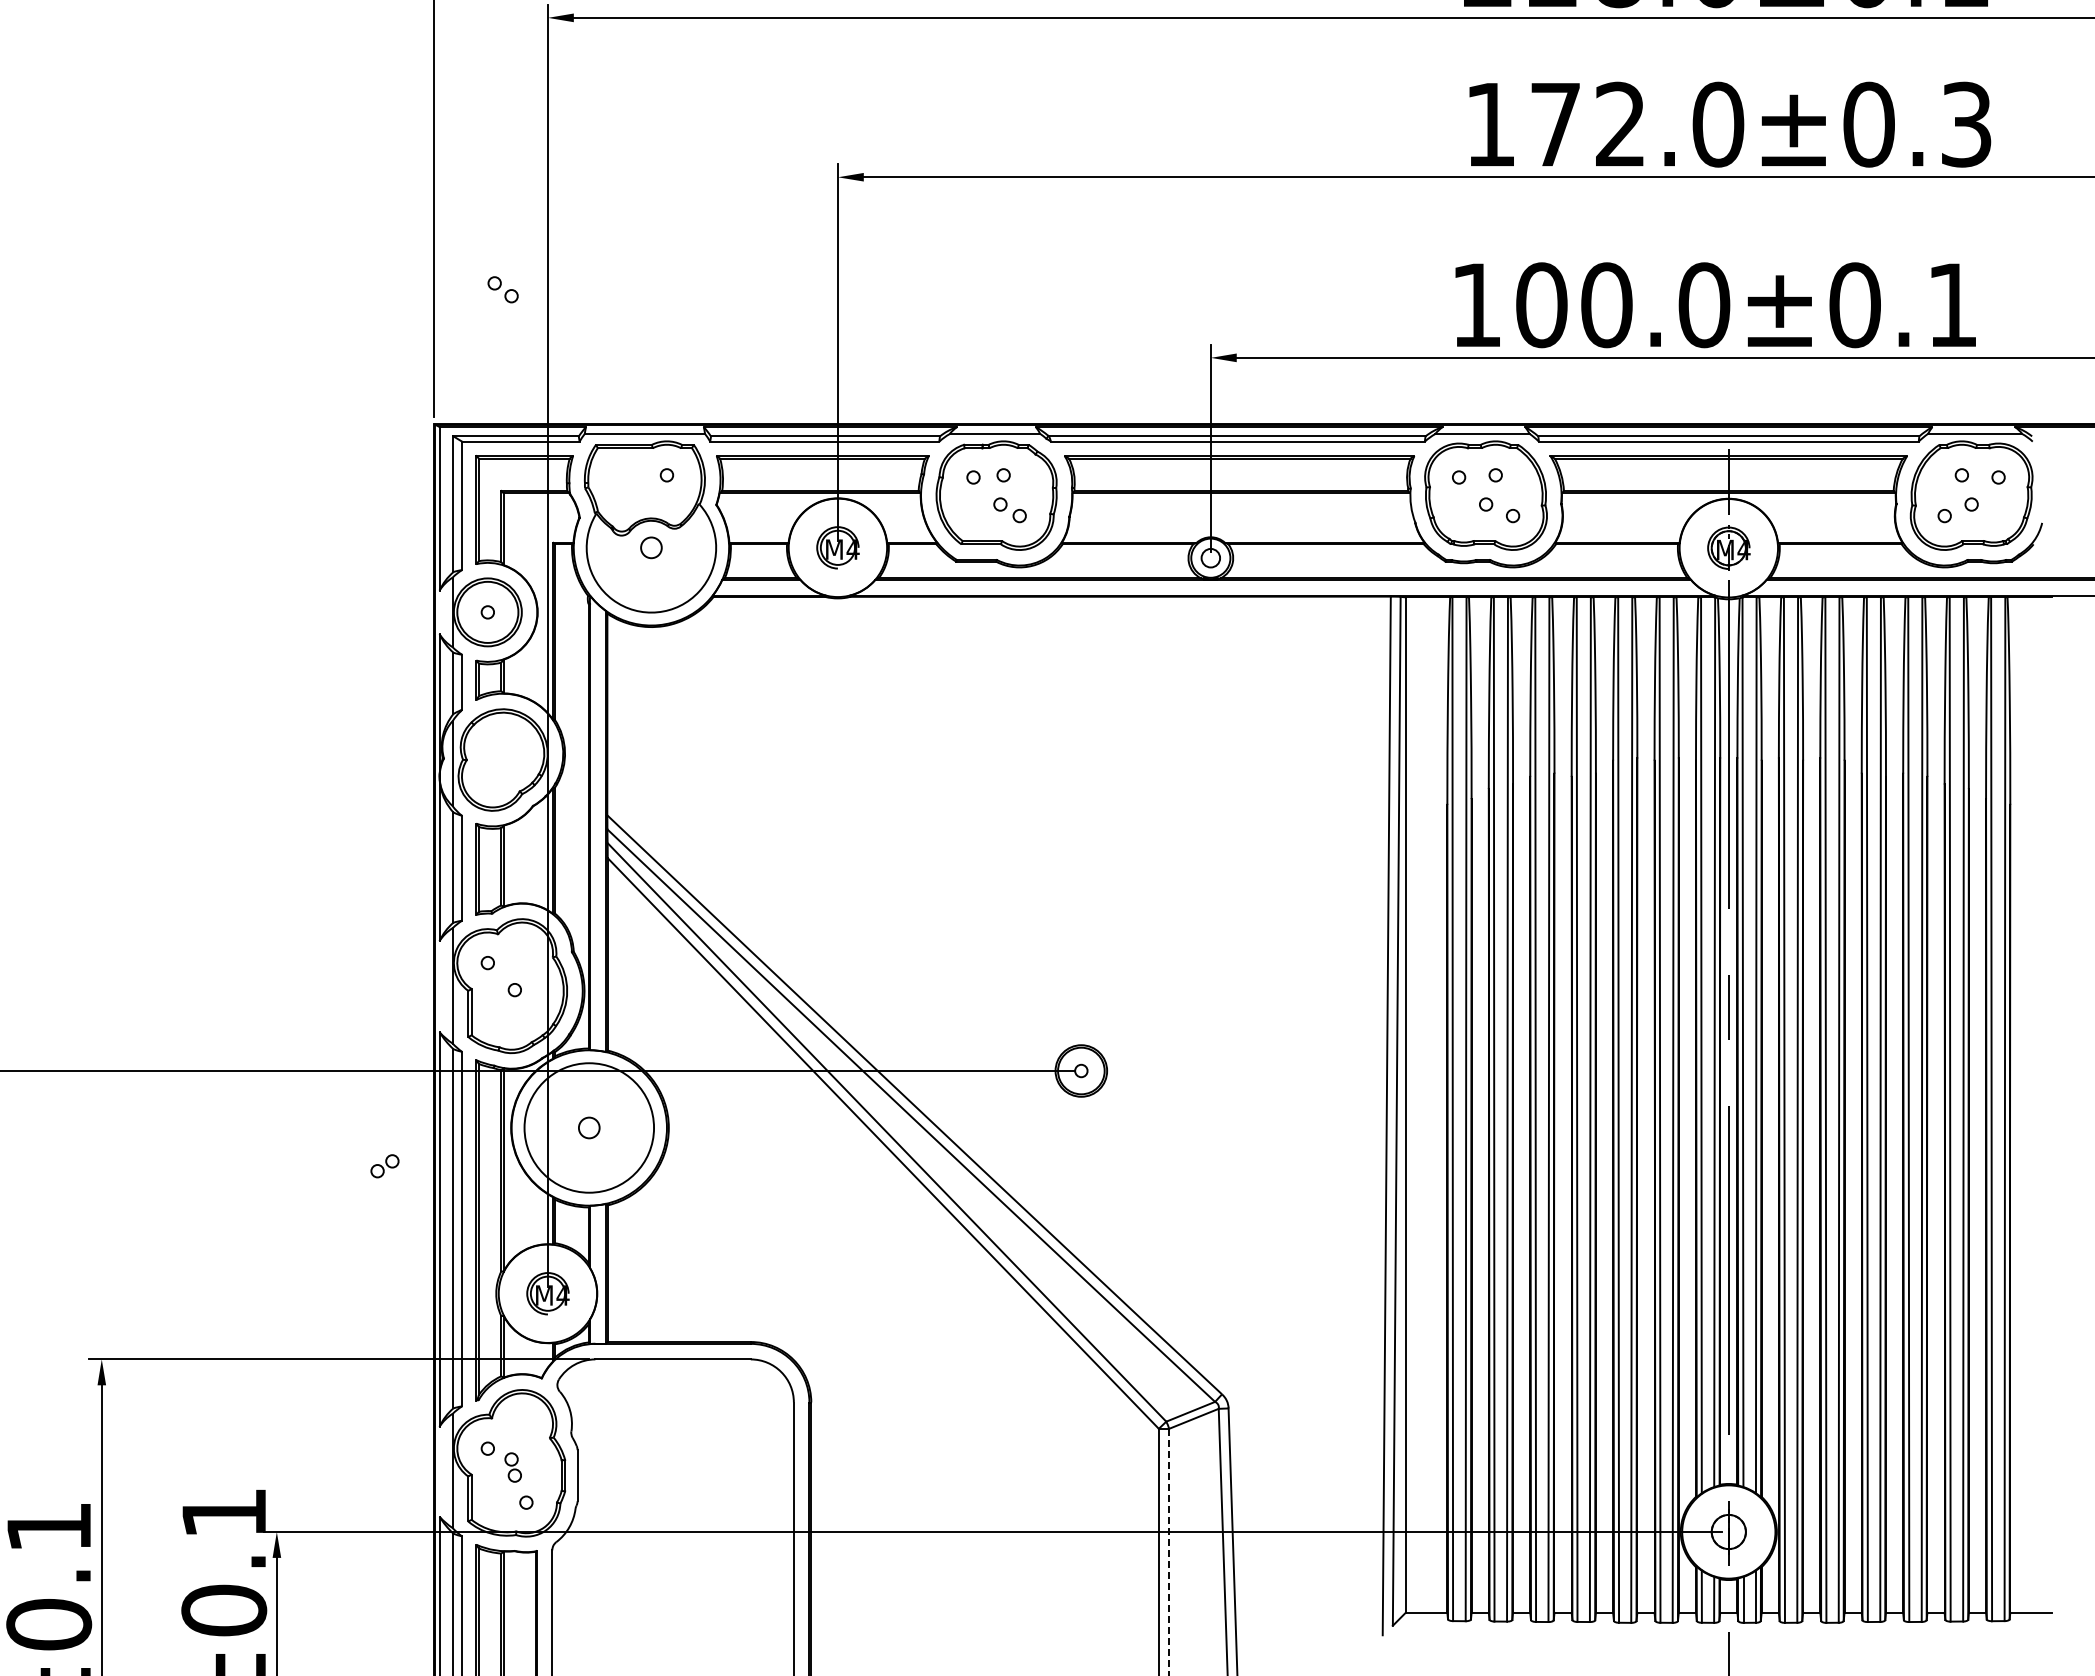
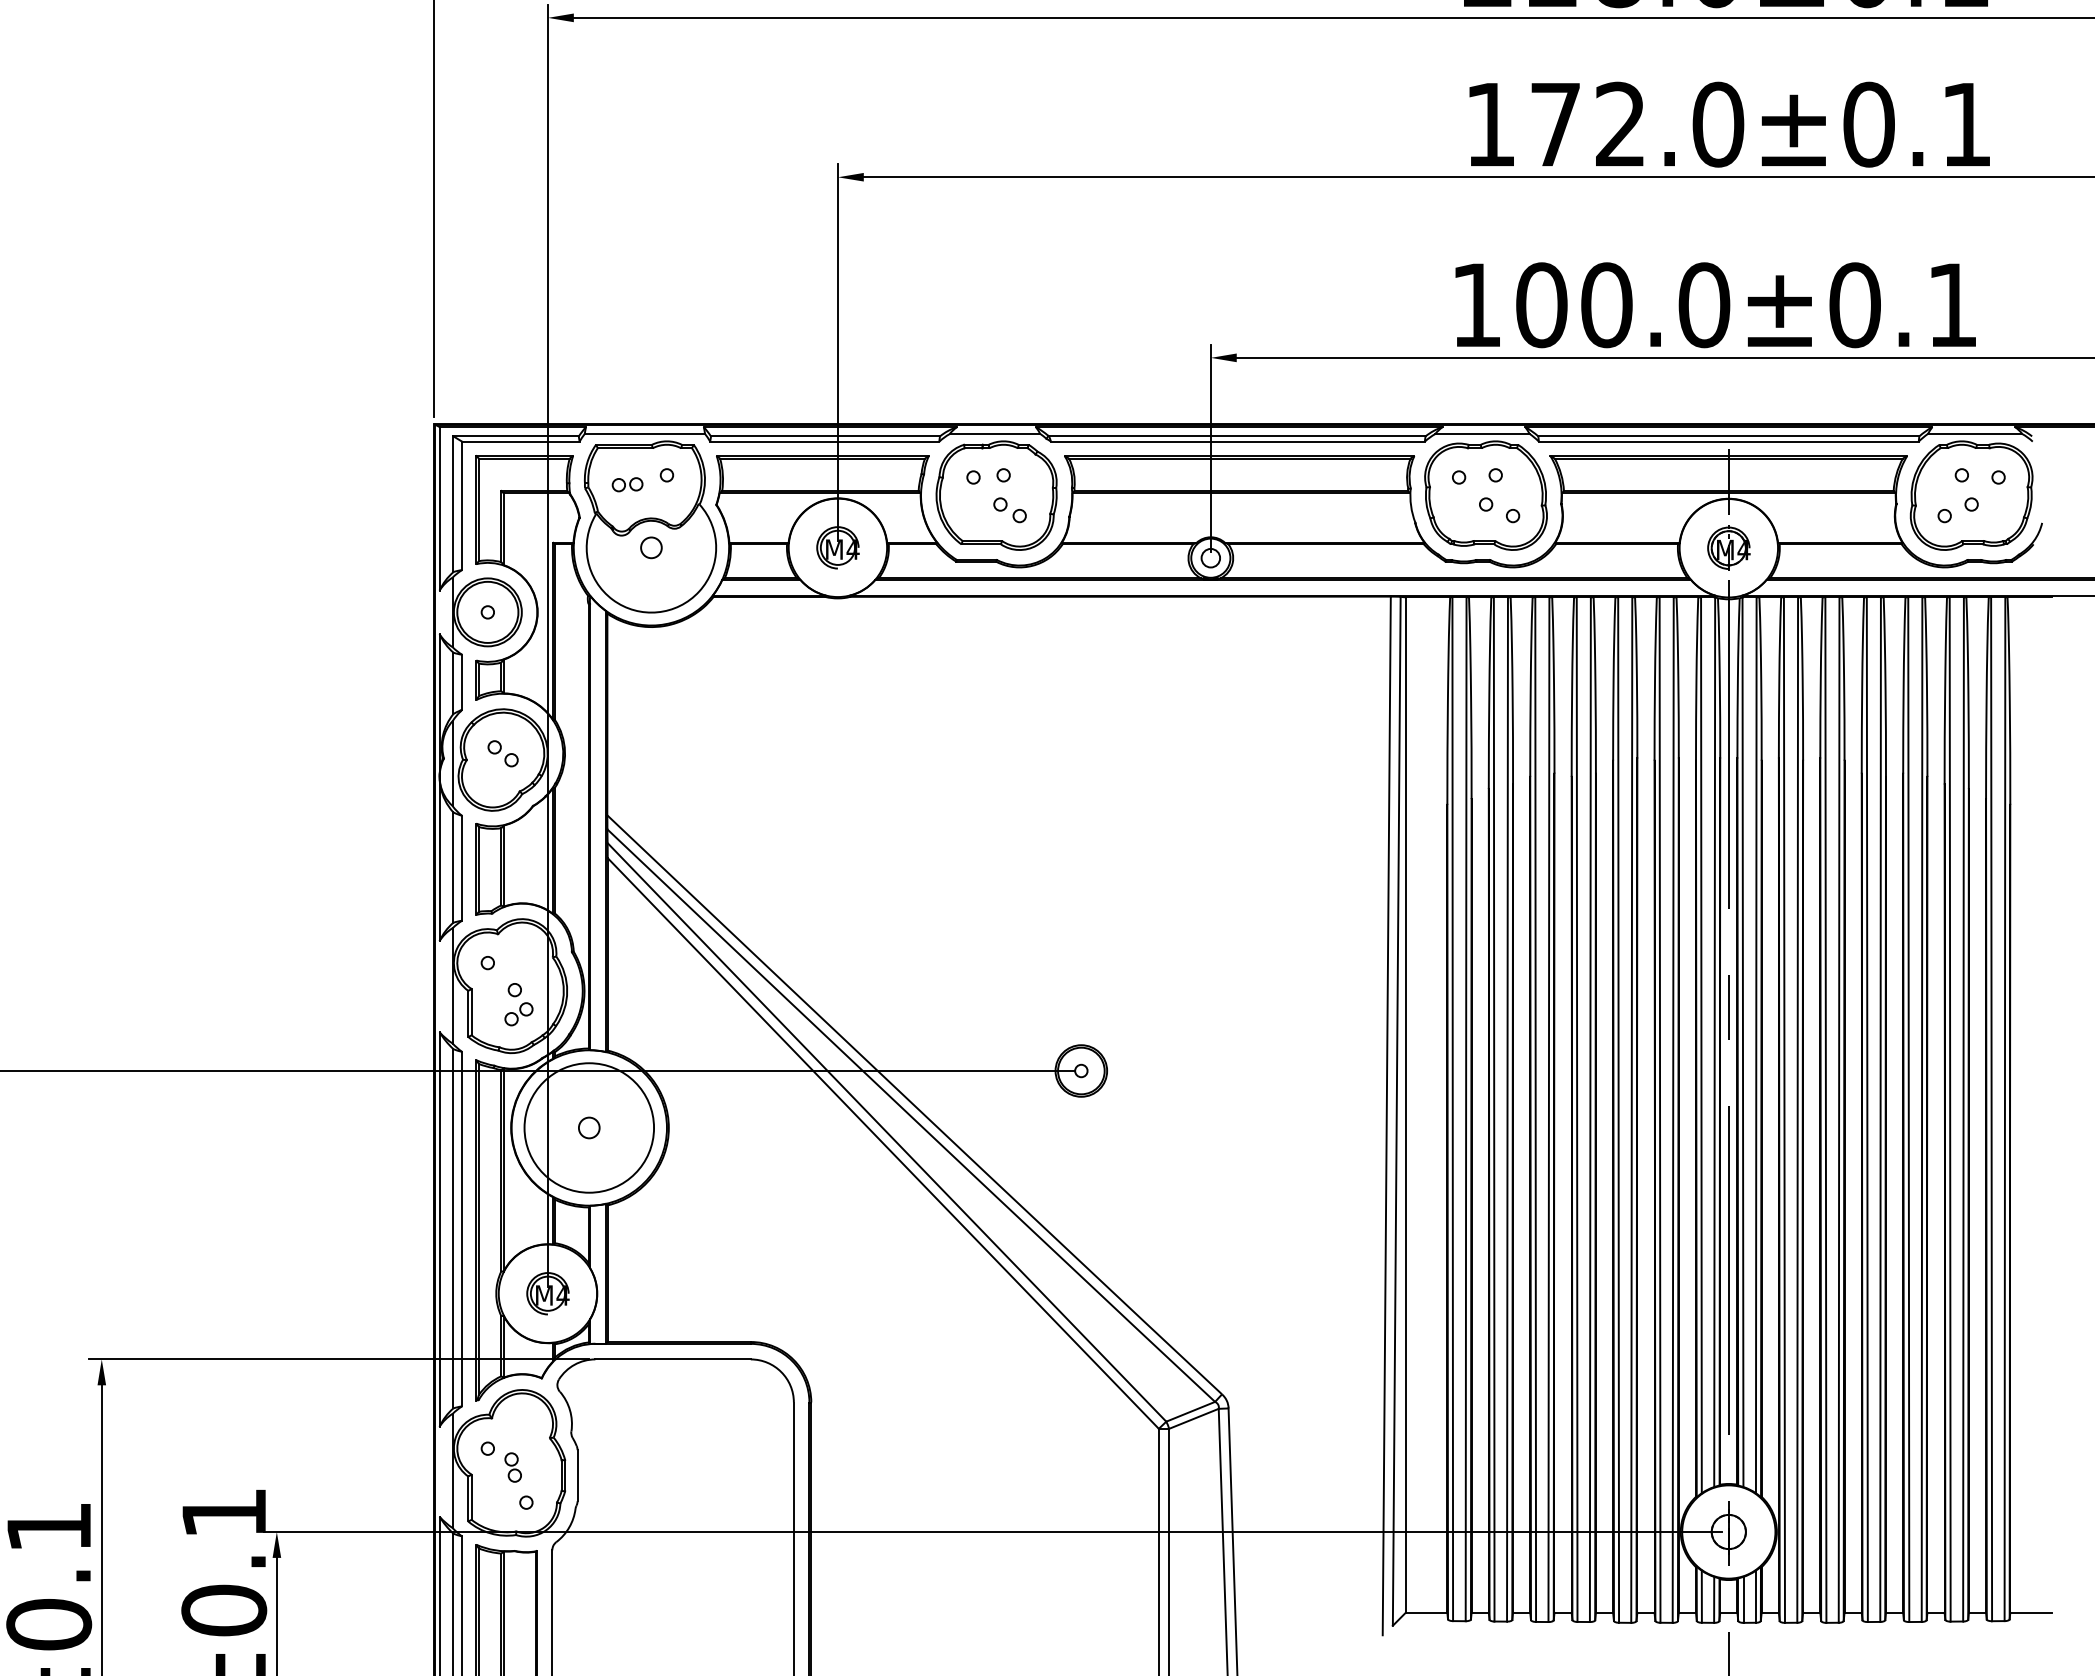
text at (1966, 124): 172.0±0.3 -> 172.0±0.1
part at (502, 289) position: (502, 289) -> (502, 753)
part at (627, 484): none -> present
part at (384, 1166) position: (384, 1166) -> (518, 1014)
line at (1169, 1552): dashed -> solid
